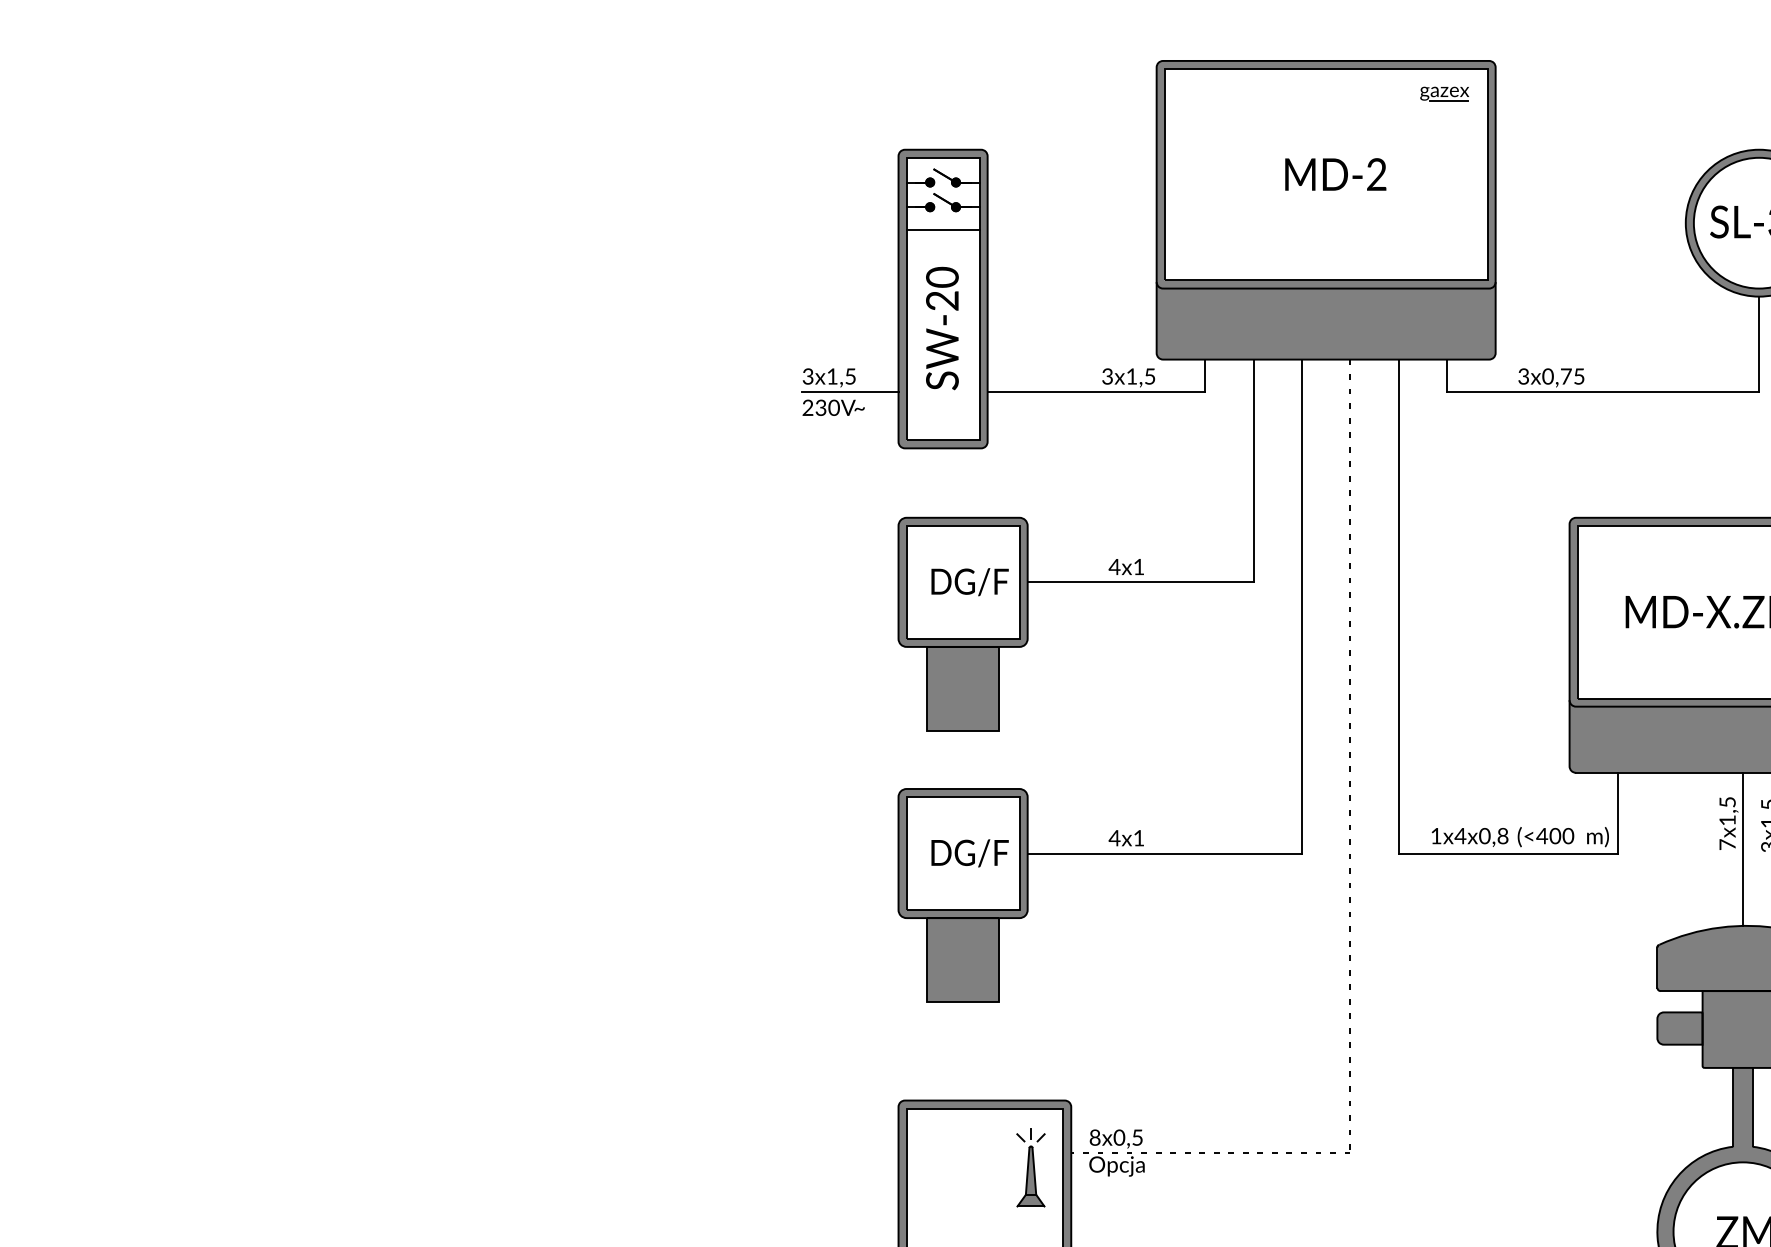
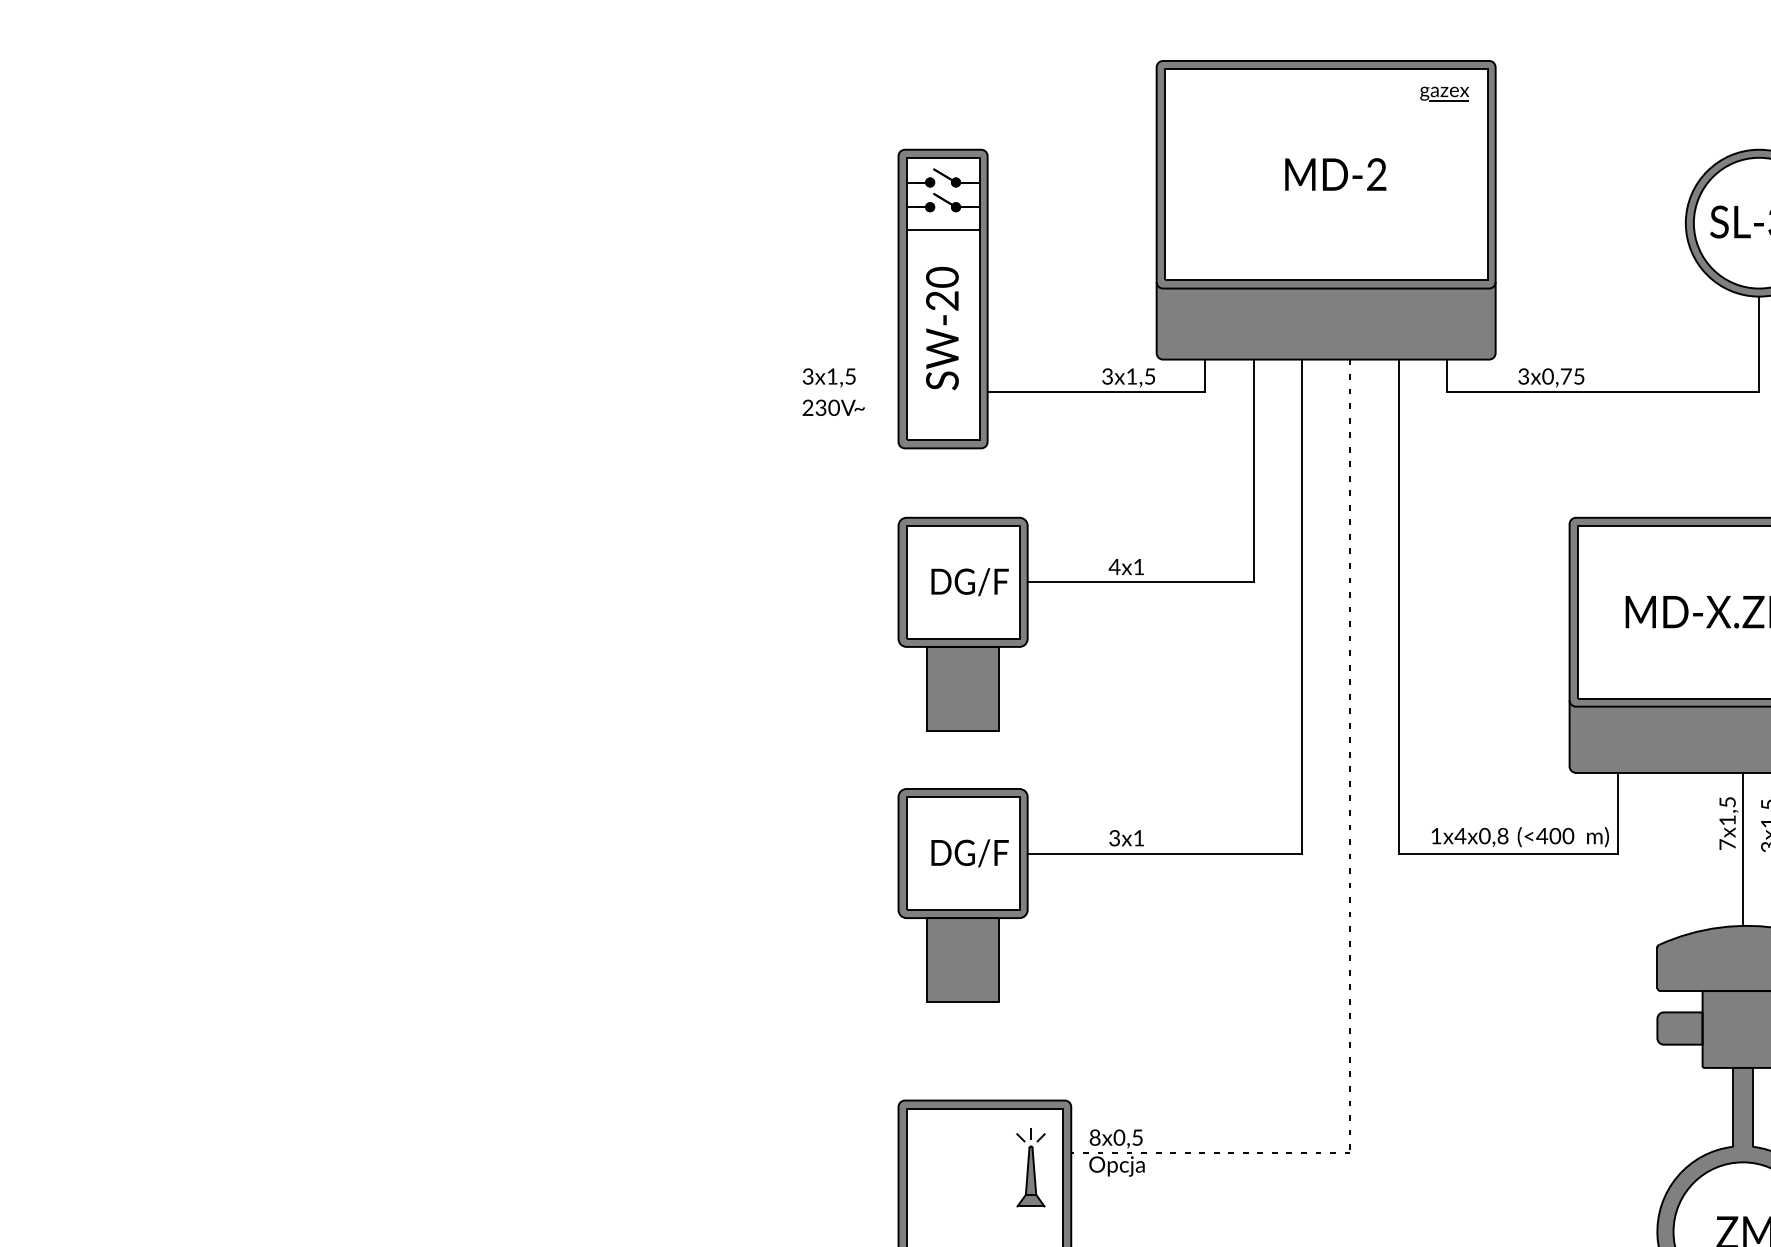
line at (849, 391): present -> none
text at (1114, 838): 4x1 -> 3x1
